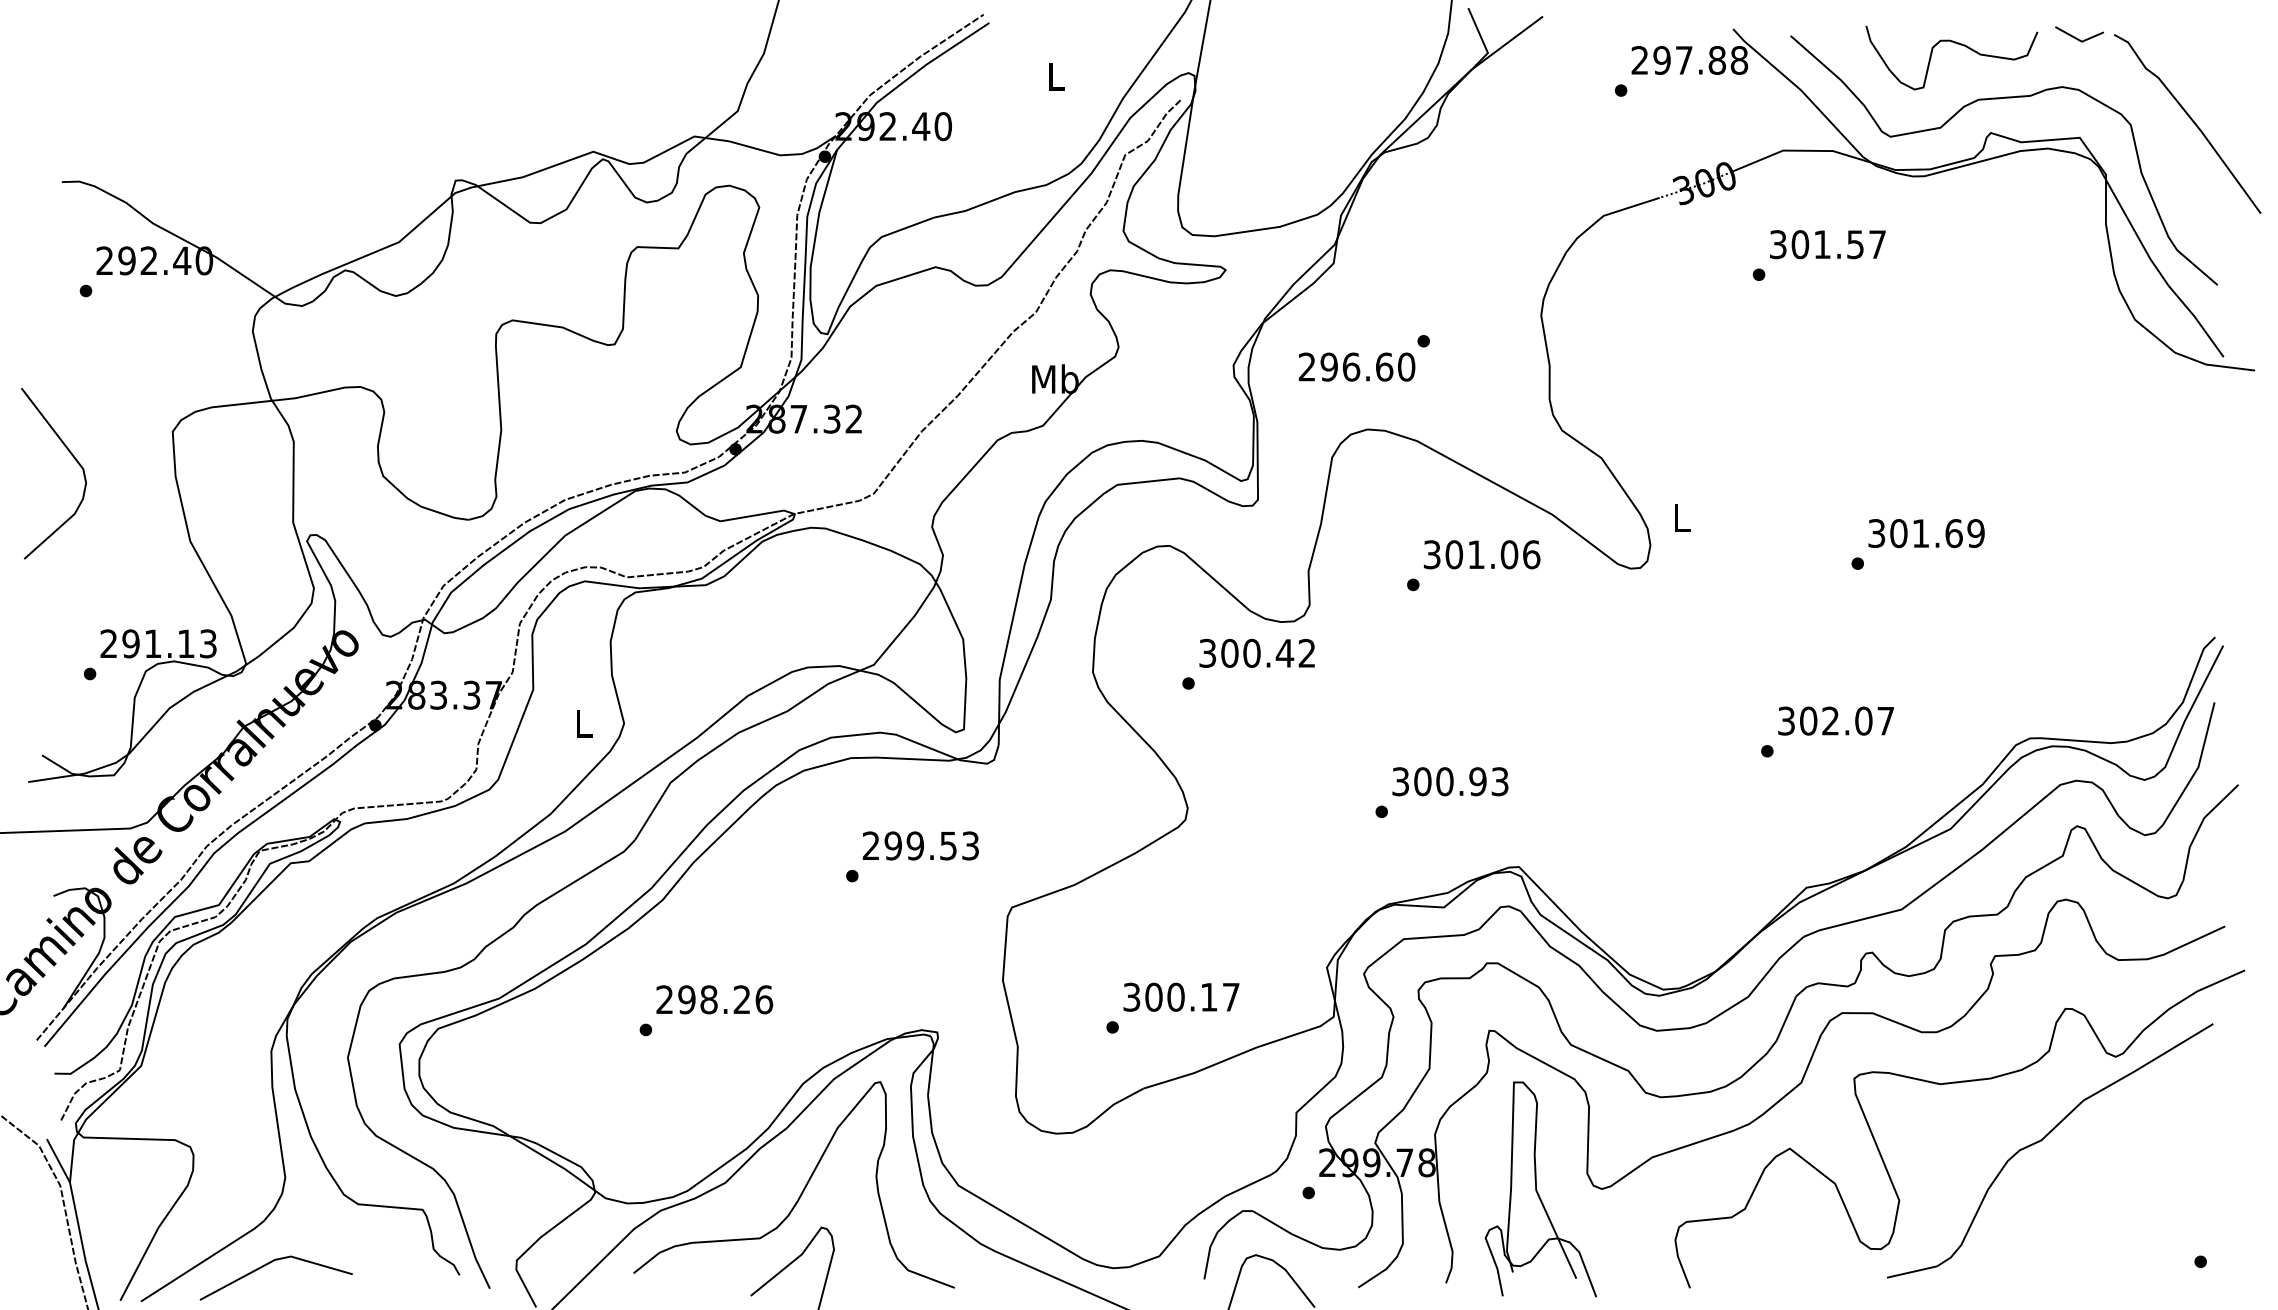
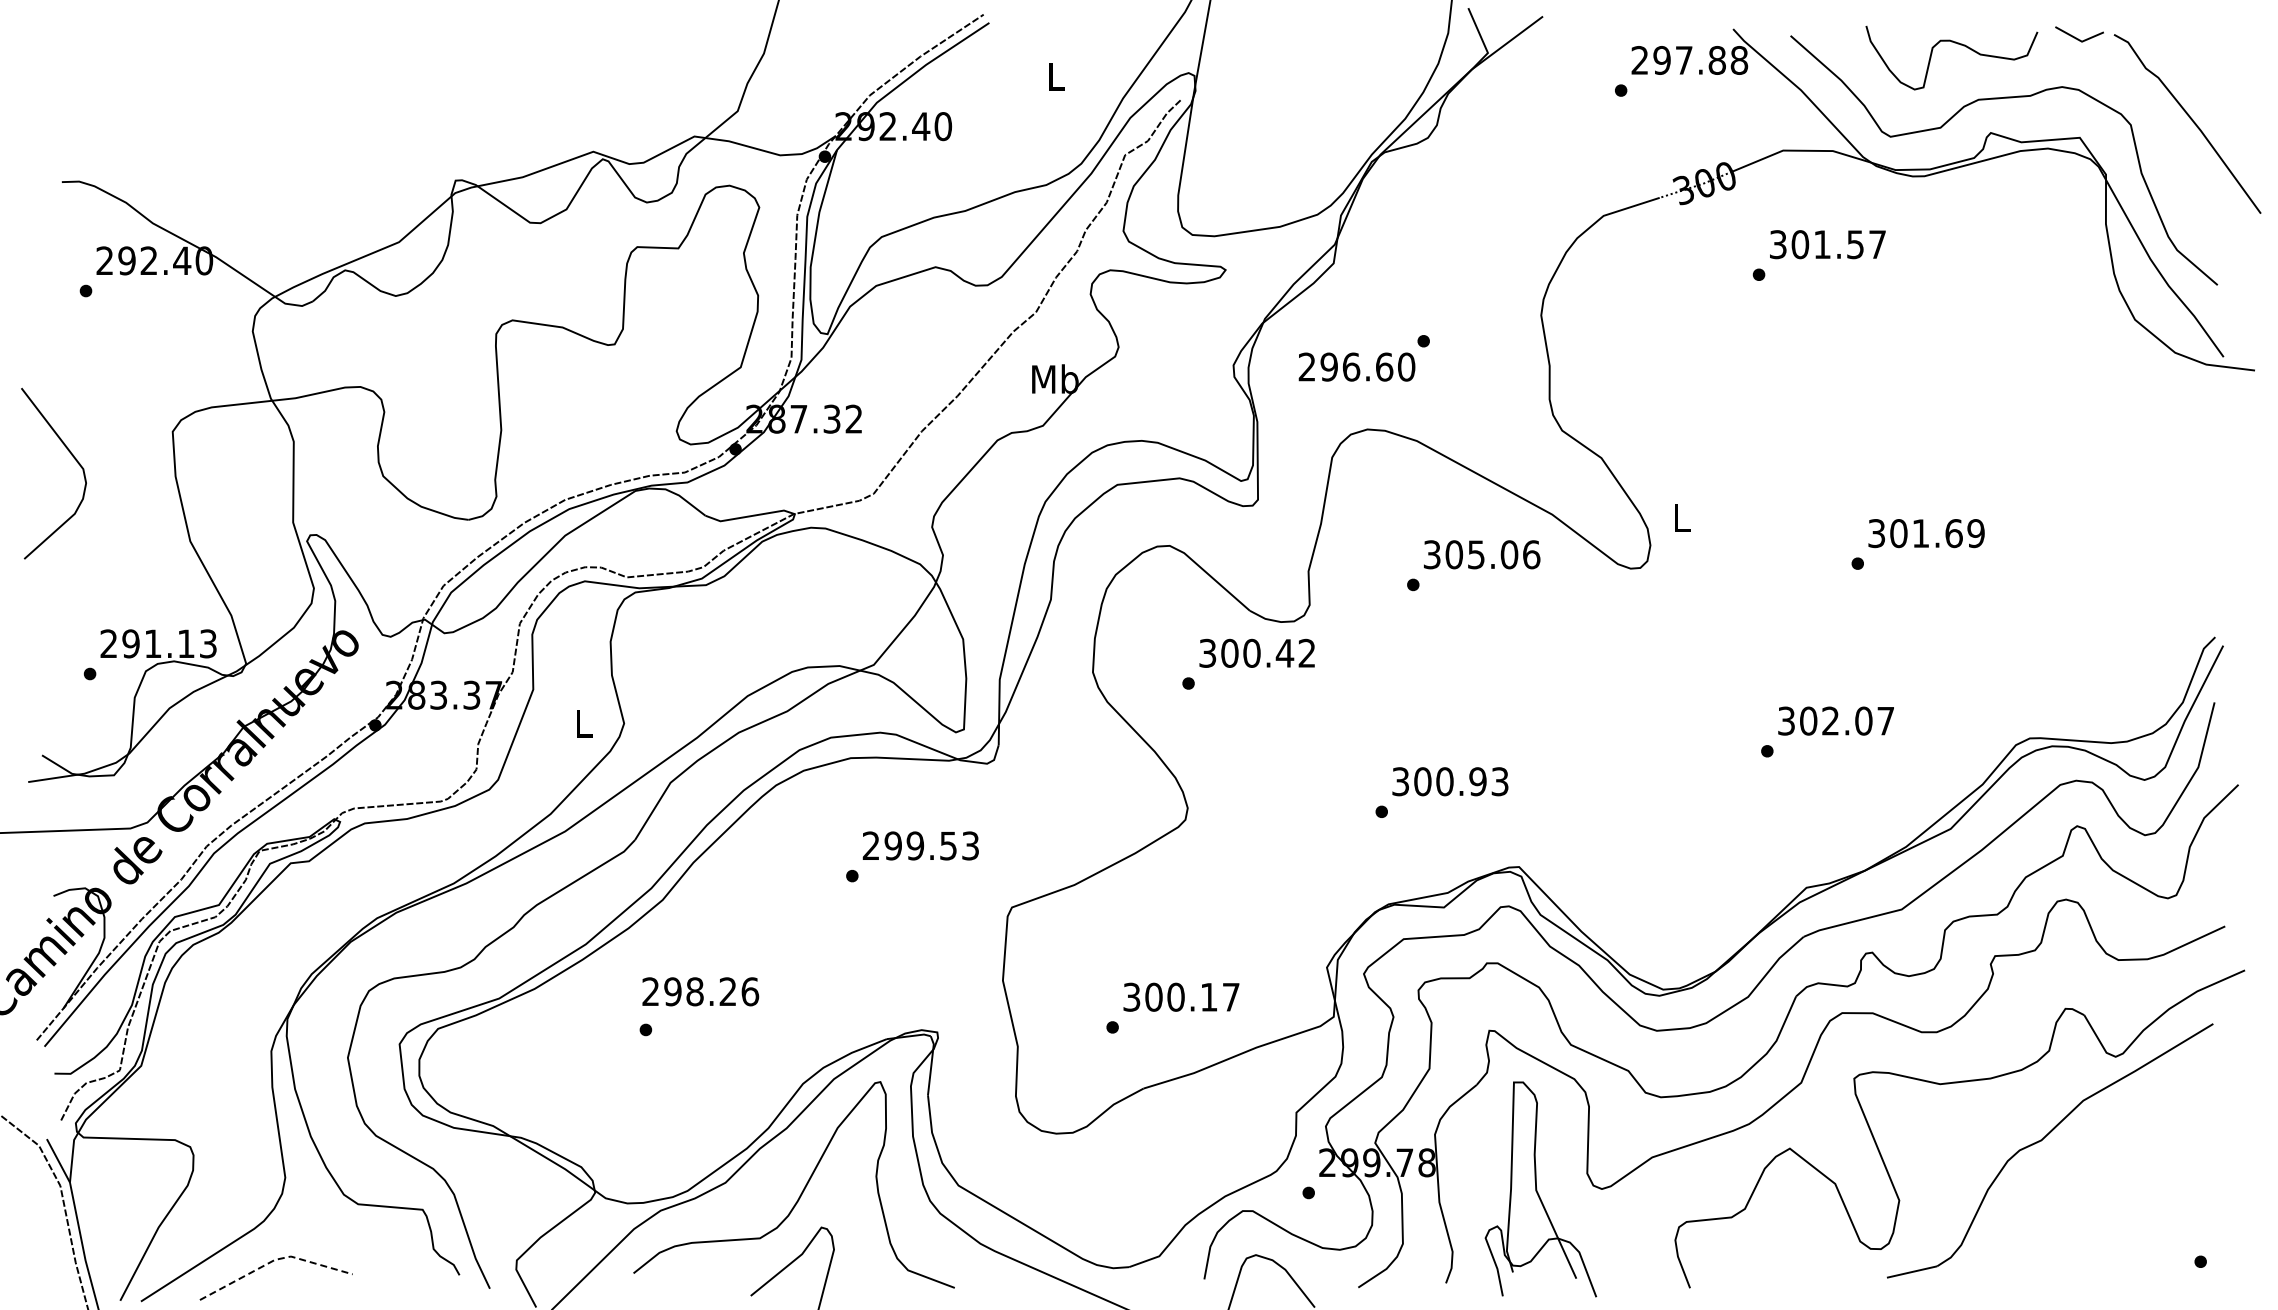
text at (1476, 554): 301.06 -> 305.06
text at (714, 999) position: (714, 999) -> (700, 991)
line at (274, 1260): solid -> dashed
